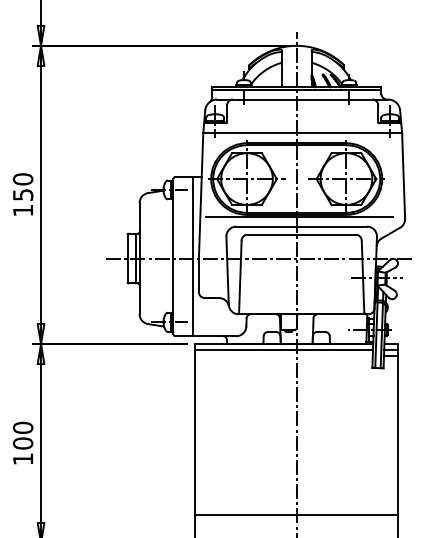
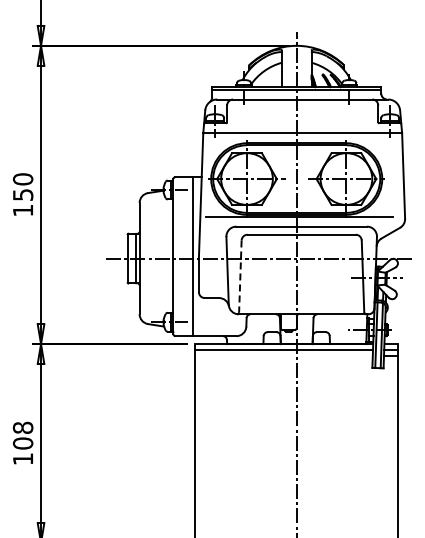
line at (240, 276): solid -> dashed
text at (23, 427): 100 -> 108
line at (296, 515): present -> none
